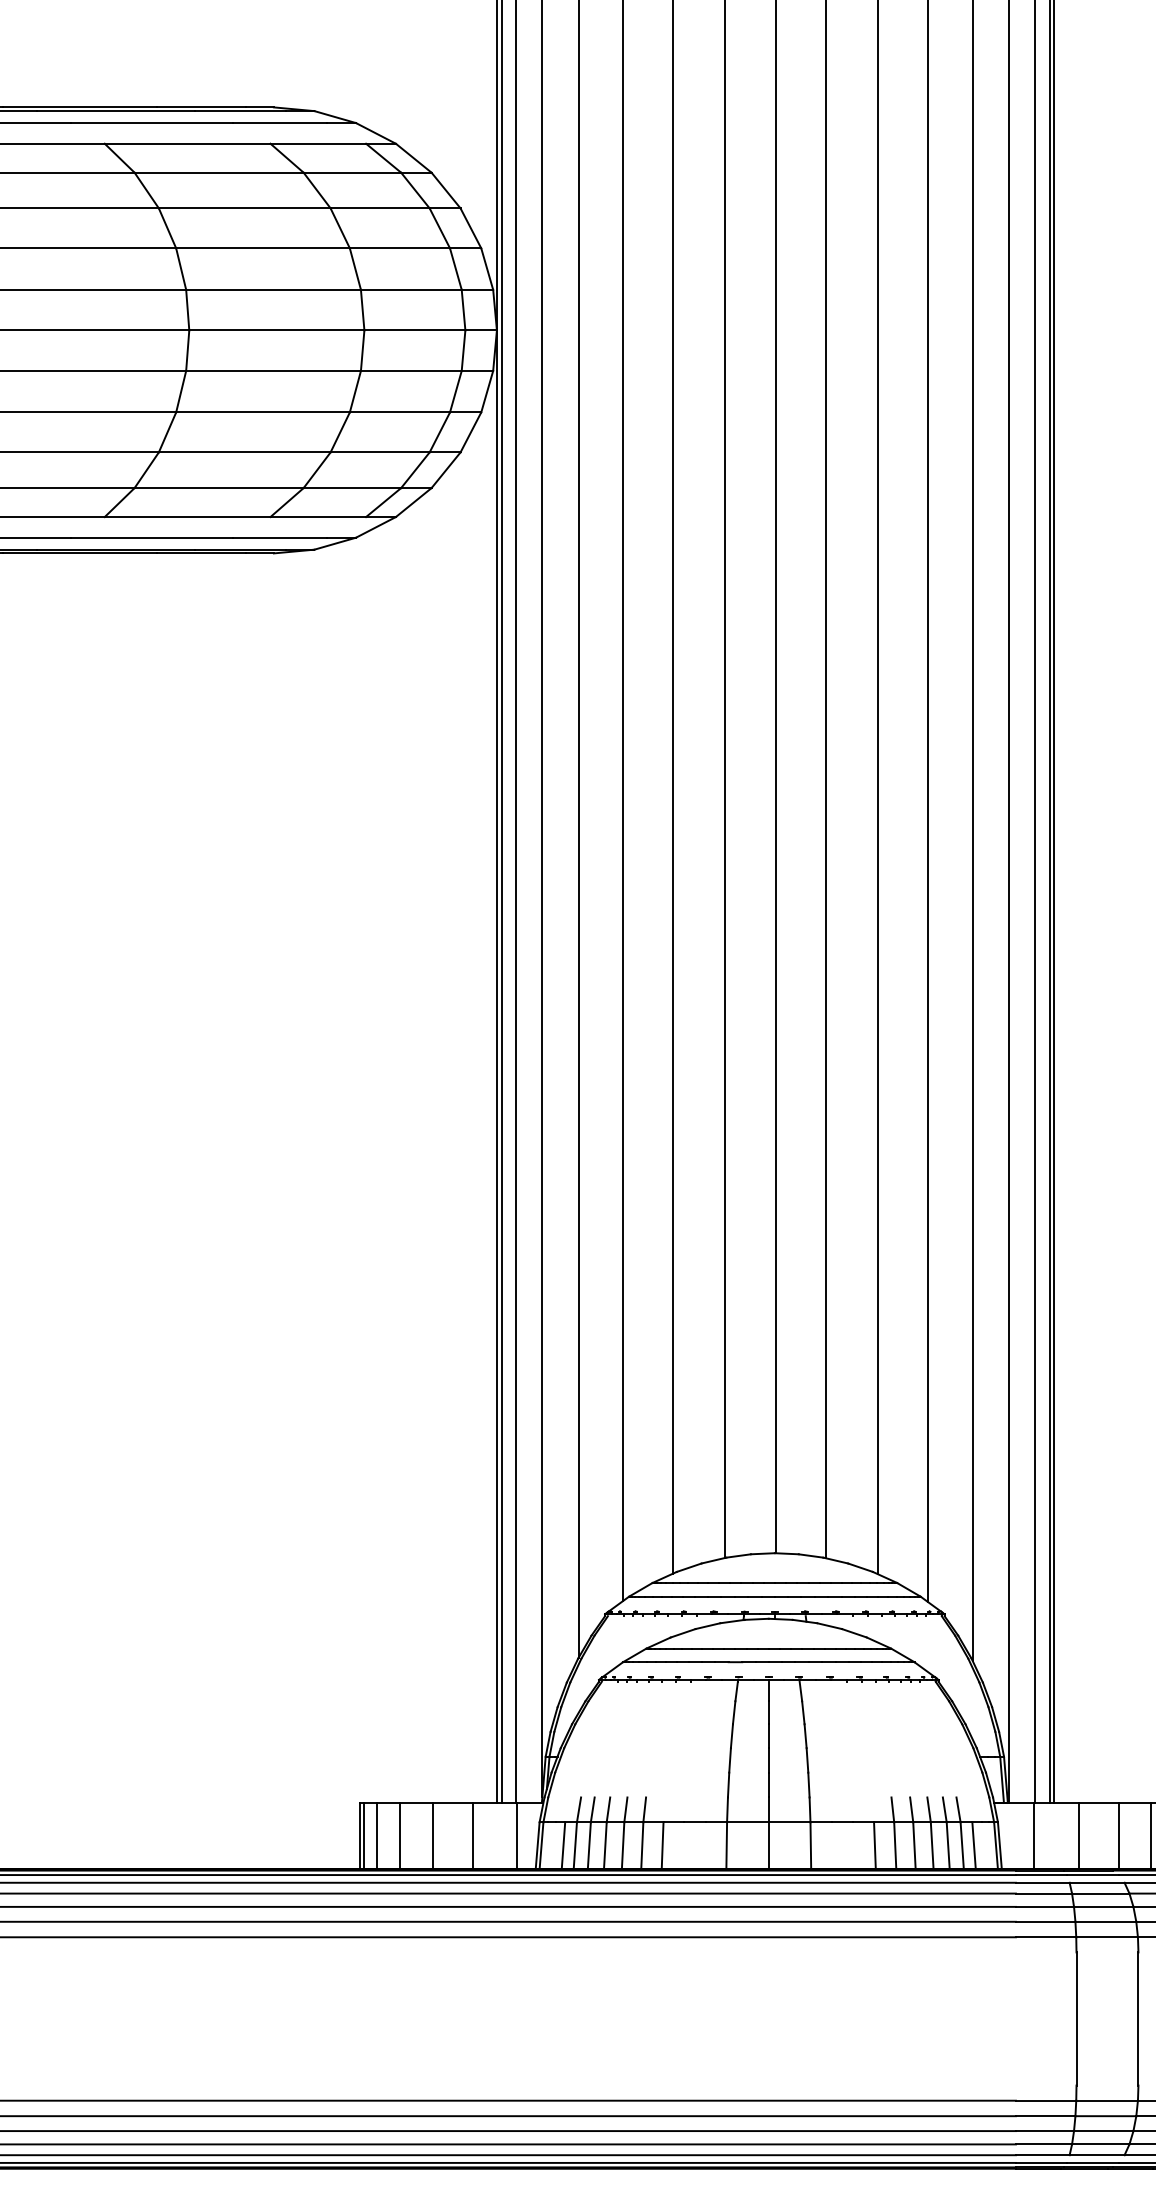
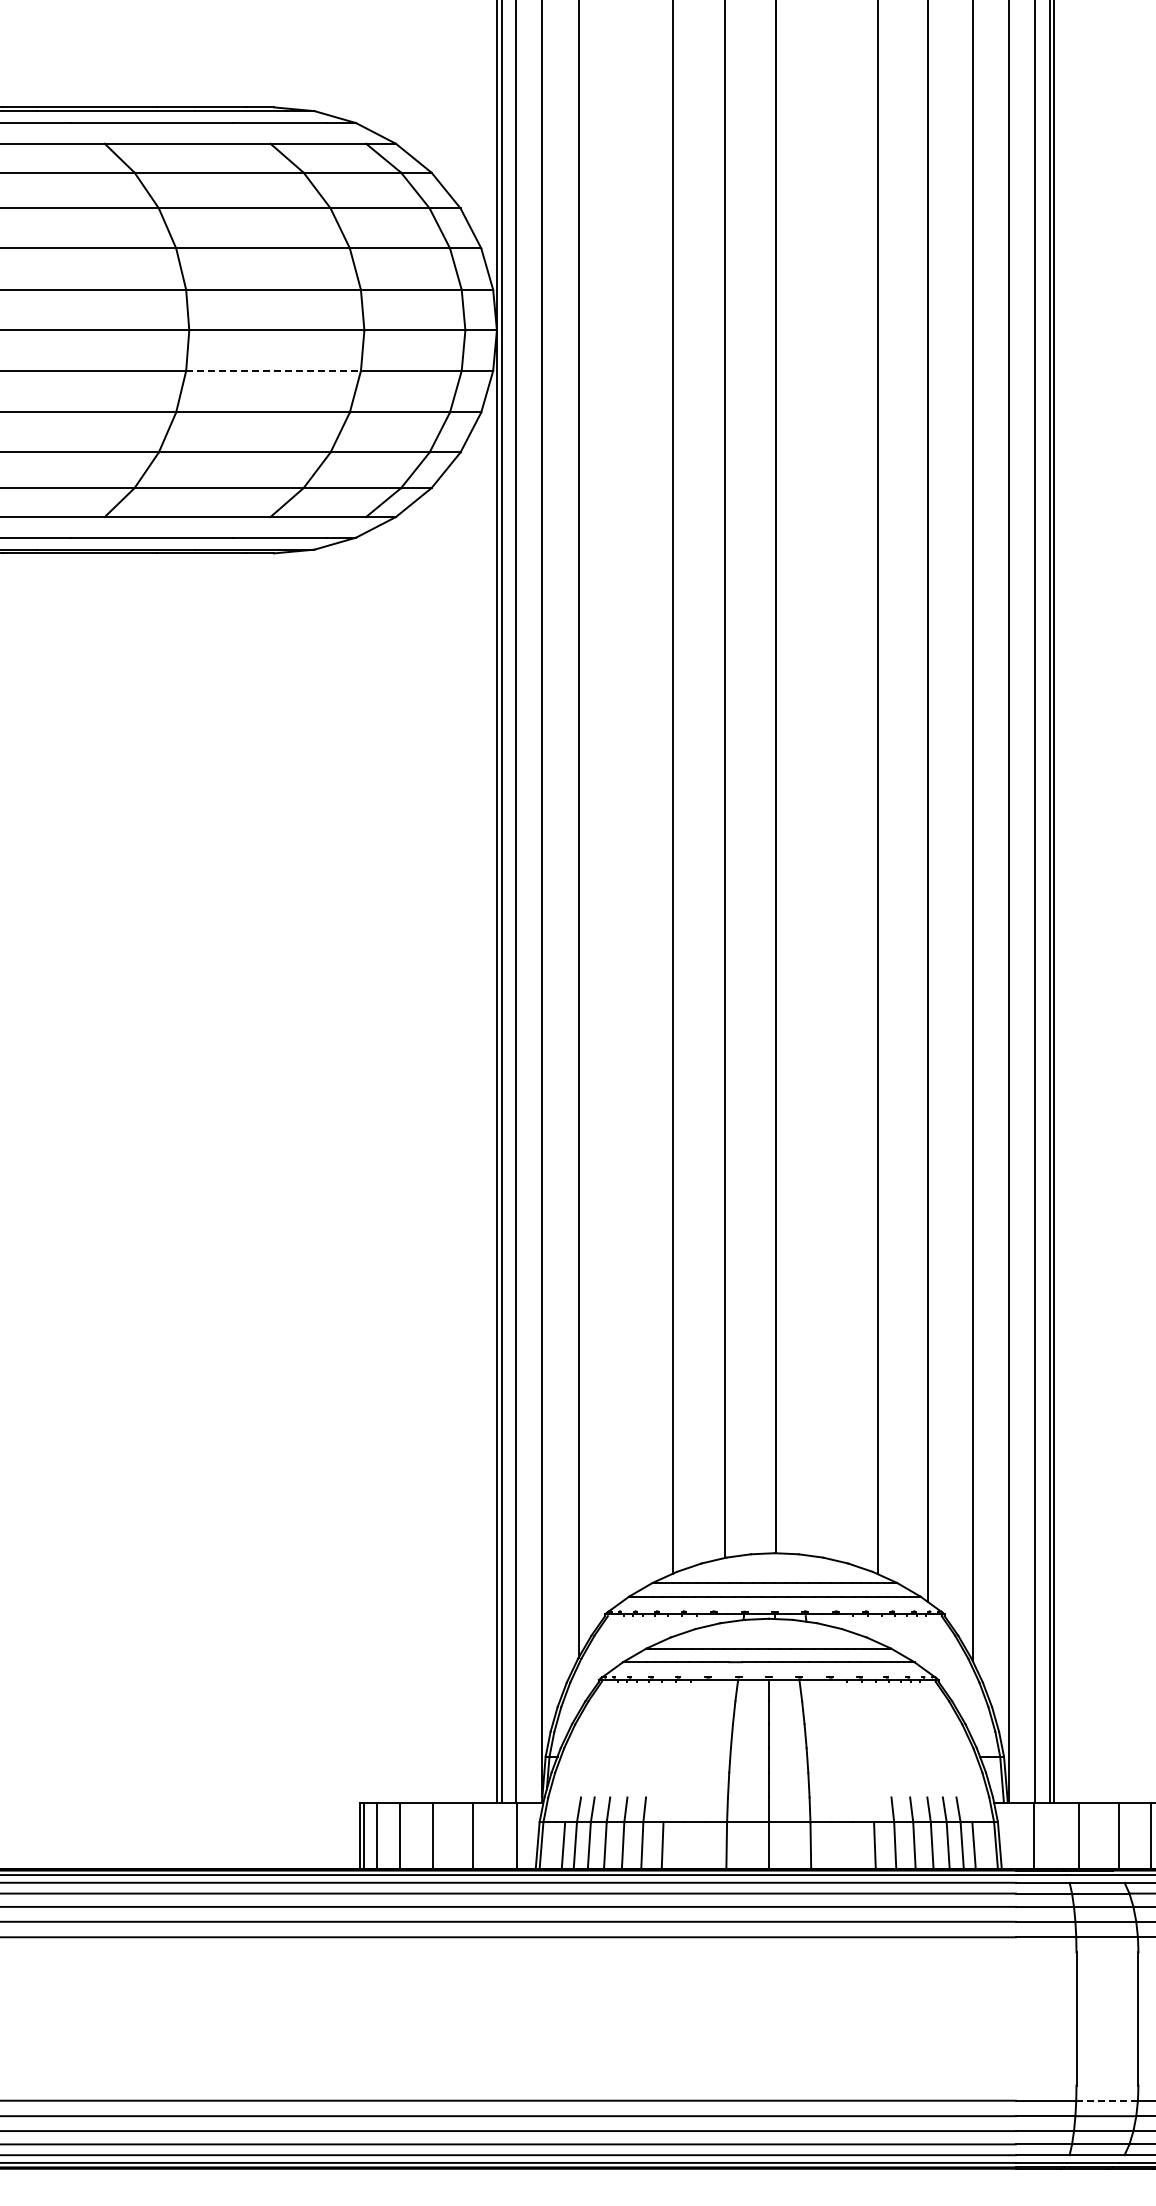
line at (274, 370): solid -> dashed
line at (826, 780): present -> none
line at (623, 801): present -> none
line at (1107, 2100): solid -> dashed
